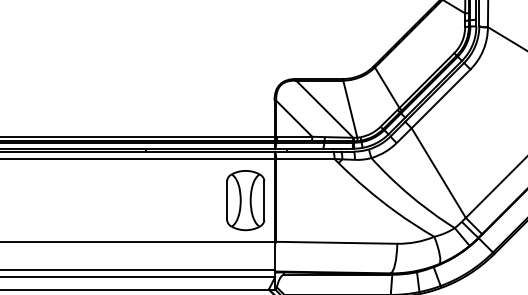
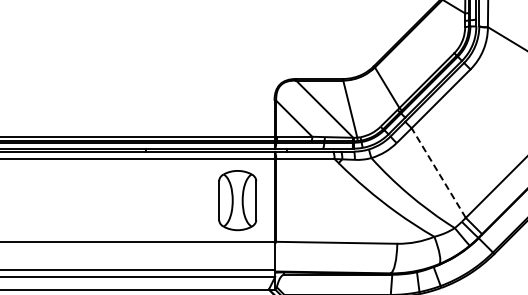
line at (438, 172): solid -> dashed
part at (245, 200) position: (245, 200) -> (237, 200)
